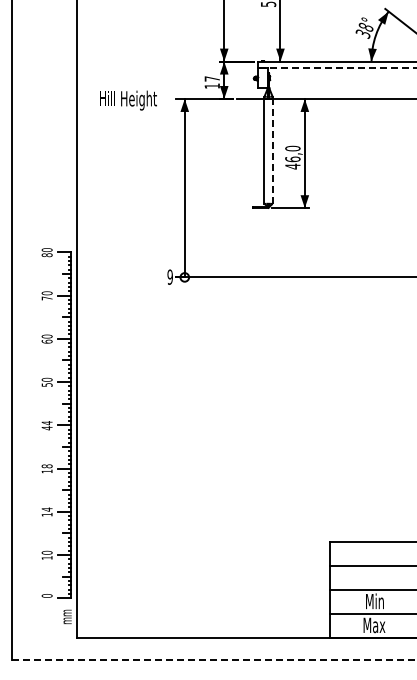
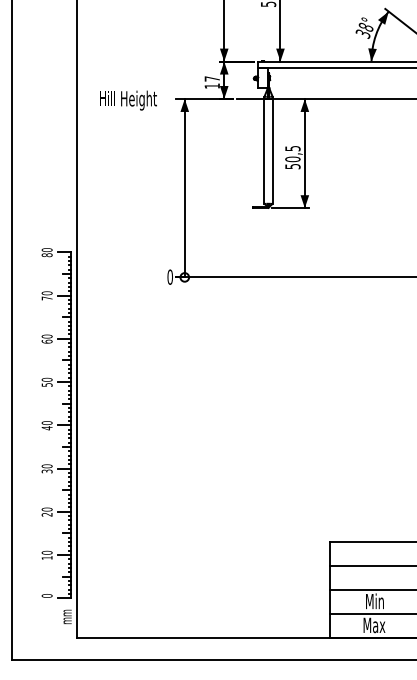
line at (337, 67): dashed -> solid
line at (272, 150): dashed -> solid
text at (292, 157): 46,0 -> 50,5
text at (169, 276): 9 -> 0
text at (46, 423): 44 -> 40
text at (46, 468): 18 -> 30
text at (46, 511): 14 -> 20
line at (214, 659): dashed -> solid
